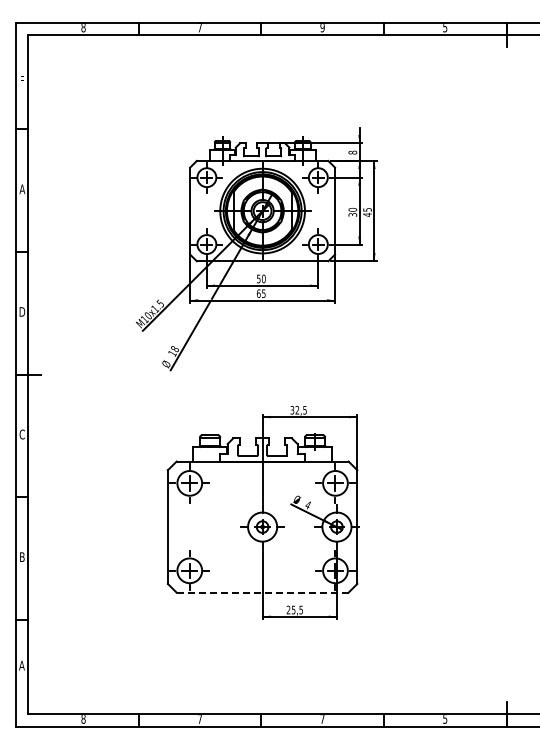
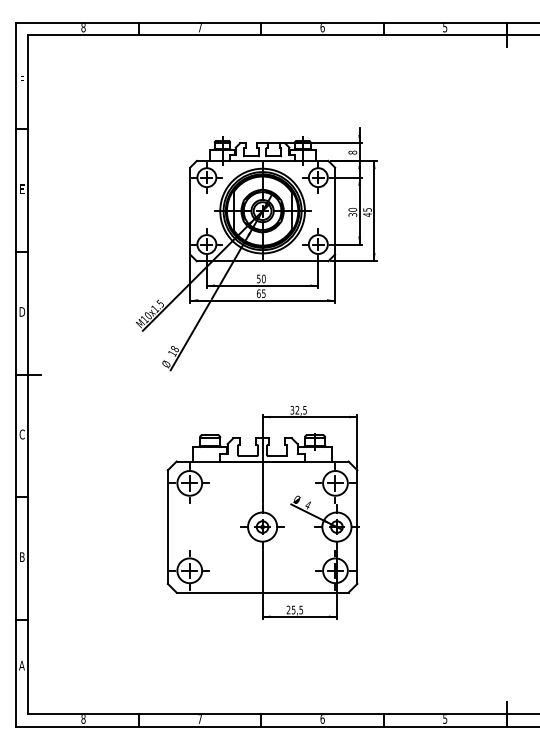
text at (322, 28): 9 -> 6
text at (22, 189): A -> E
line at (262, 592): dashed -> solid
text at (322, 719): 7 -> 6
